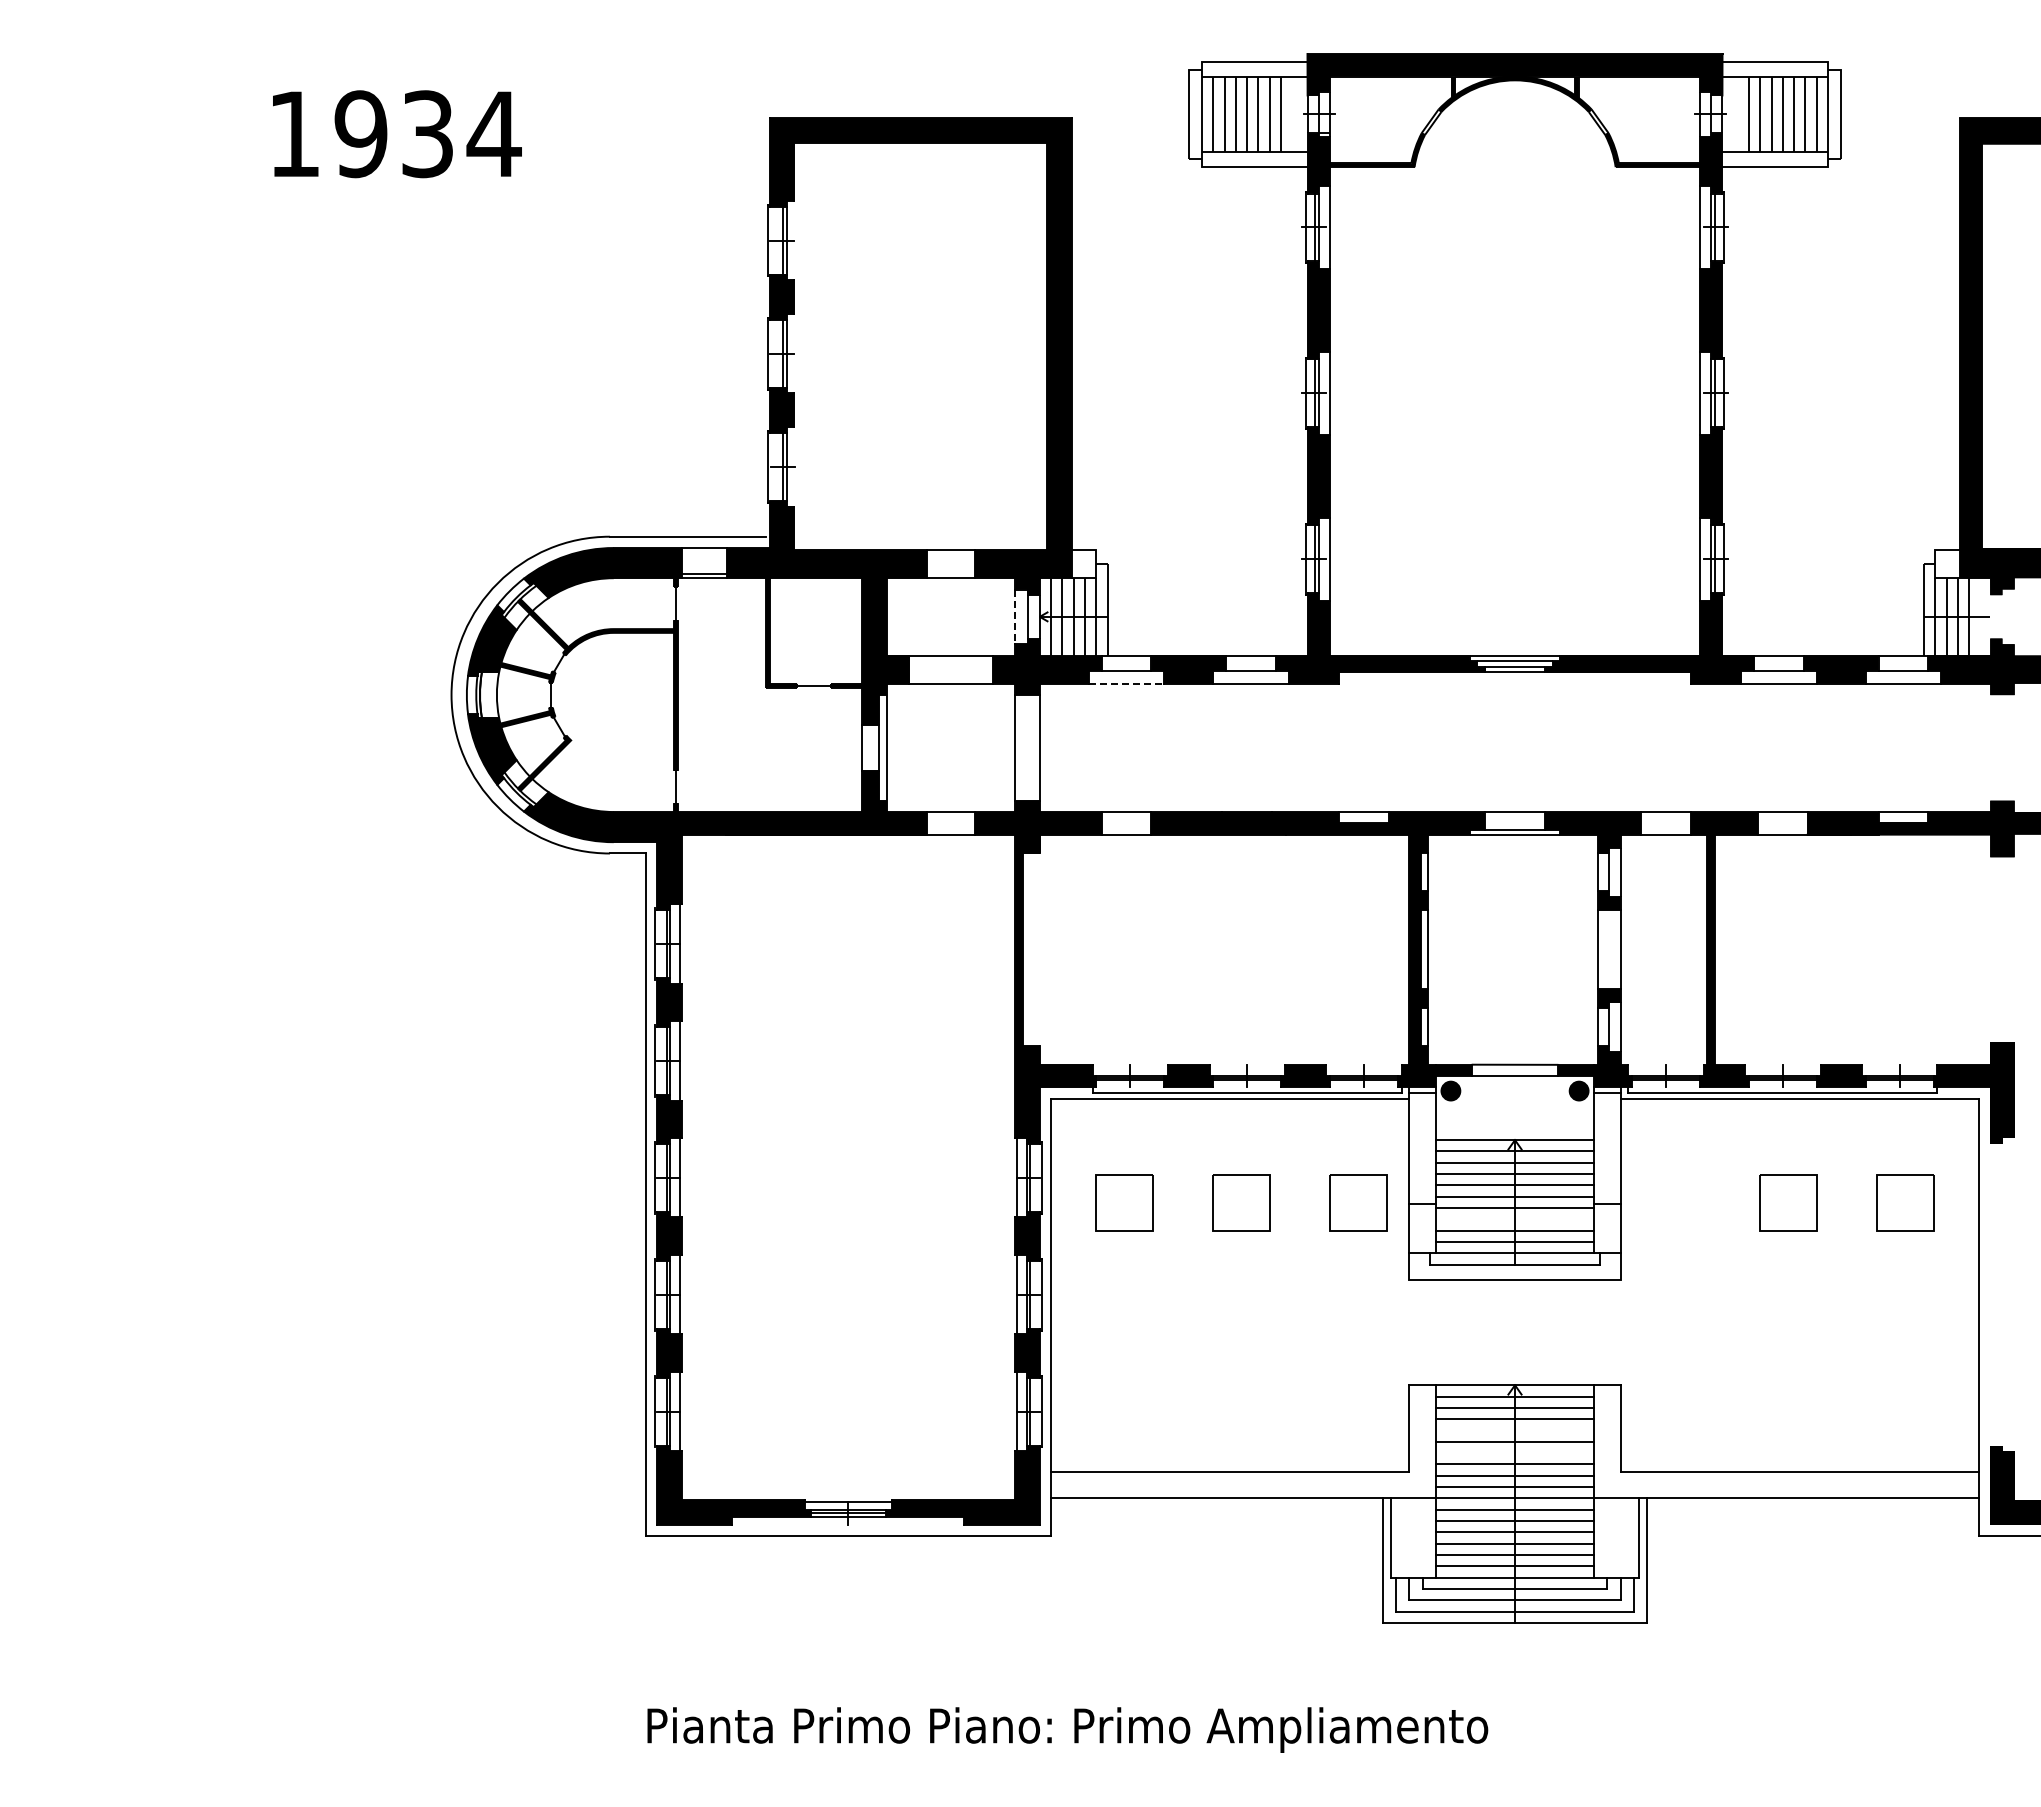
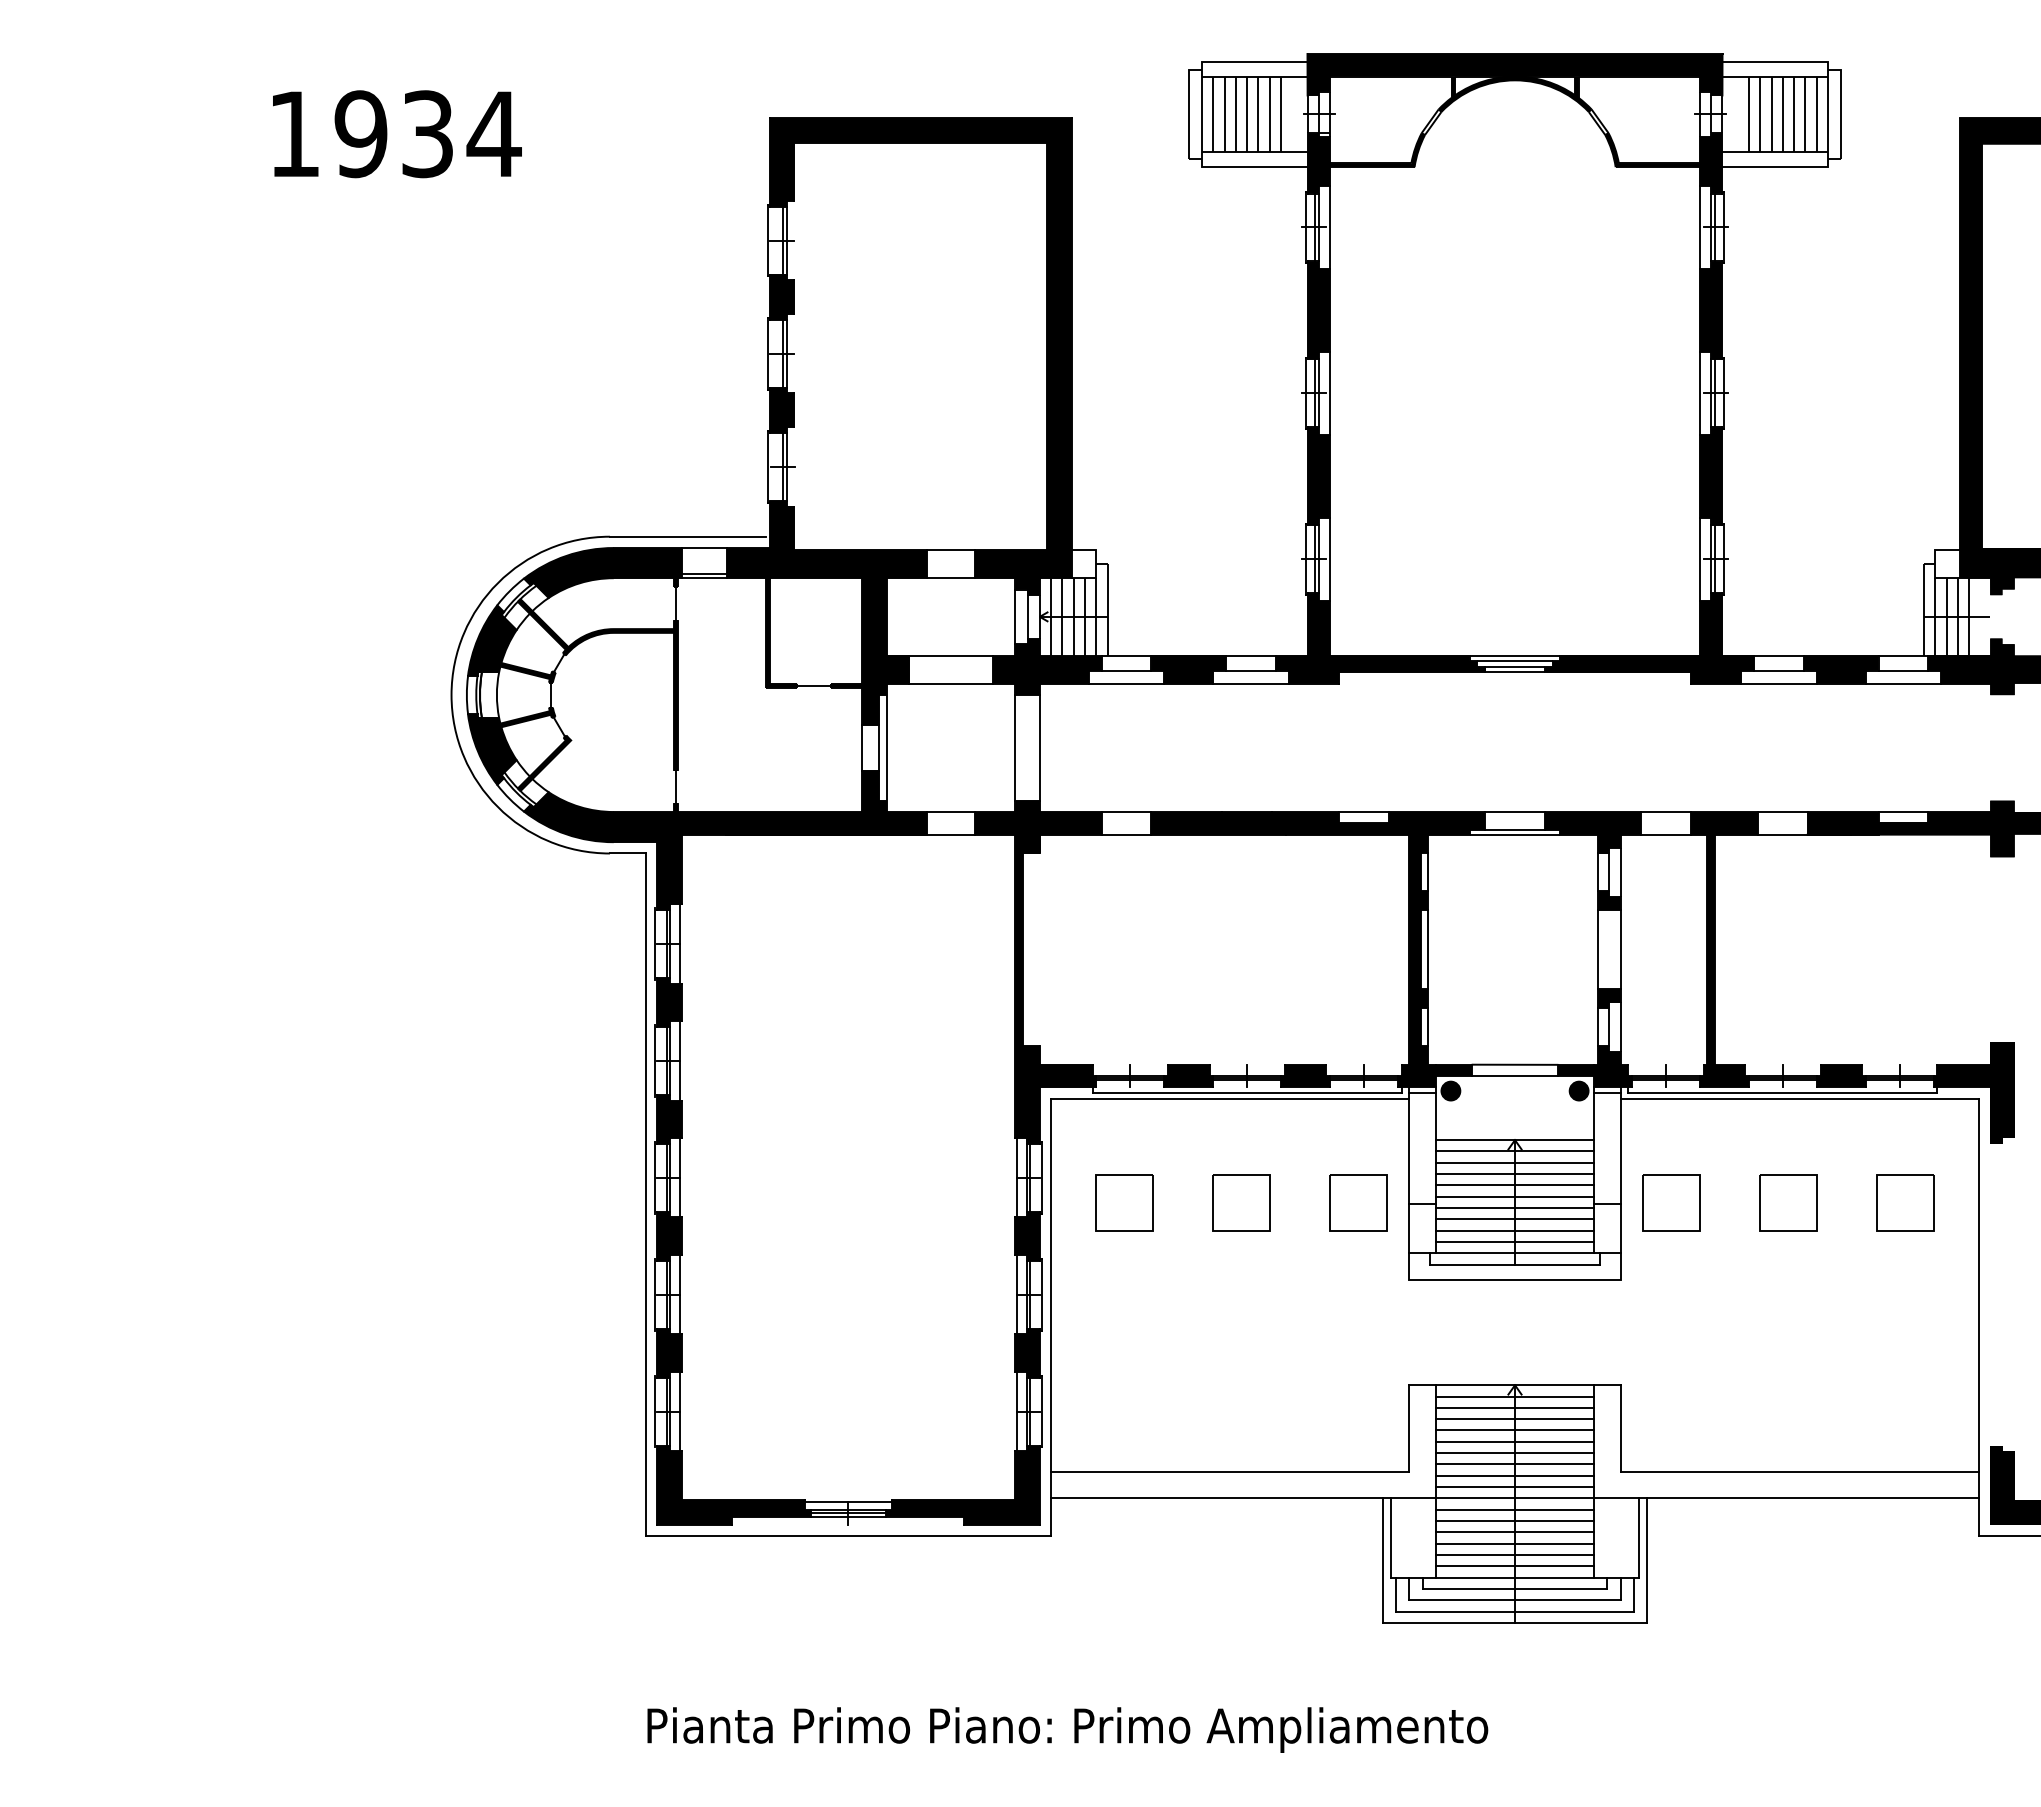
line at (1015, 617): dashed -> solid
line at (1126, 683): dashed -> solid
part at (1671, 1202): none -> present
line at (1514, 1219): none -> present
line at (1514, 1430): none -> present
line at (1514, 1453): none -> present
